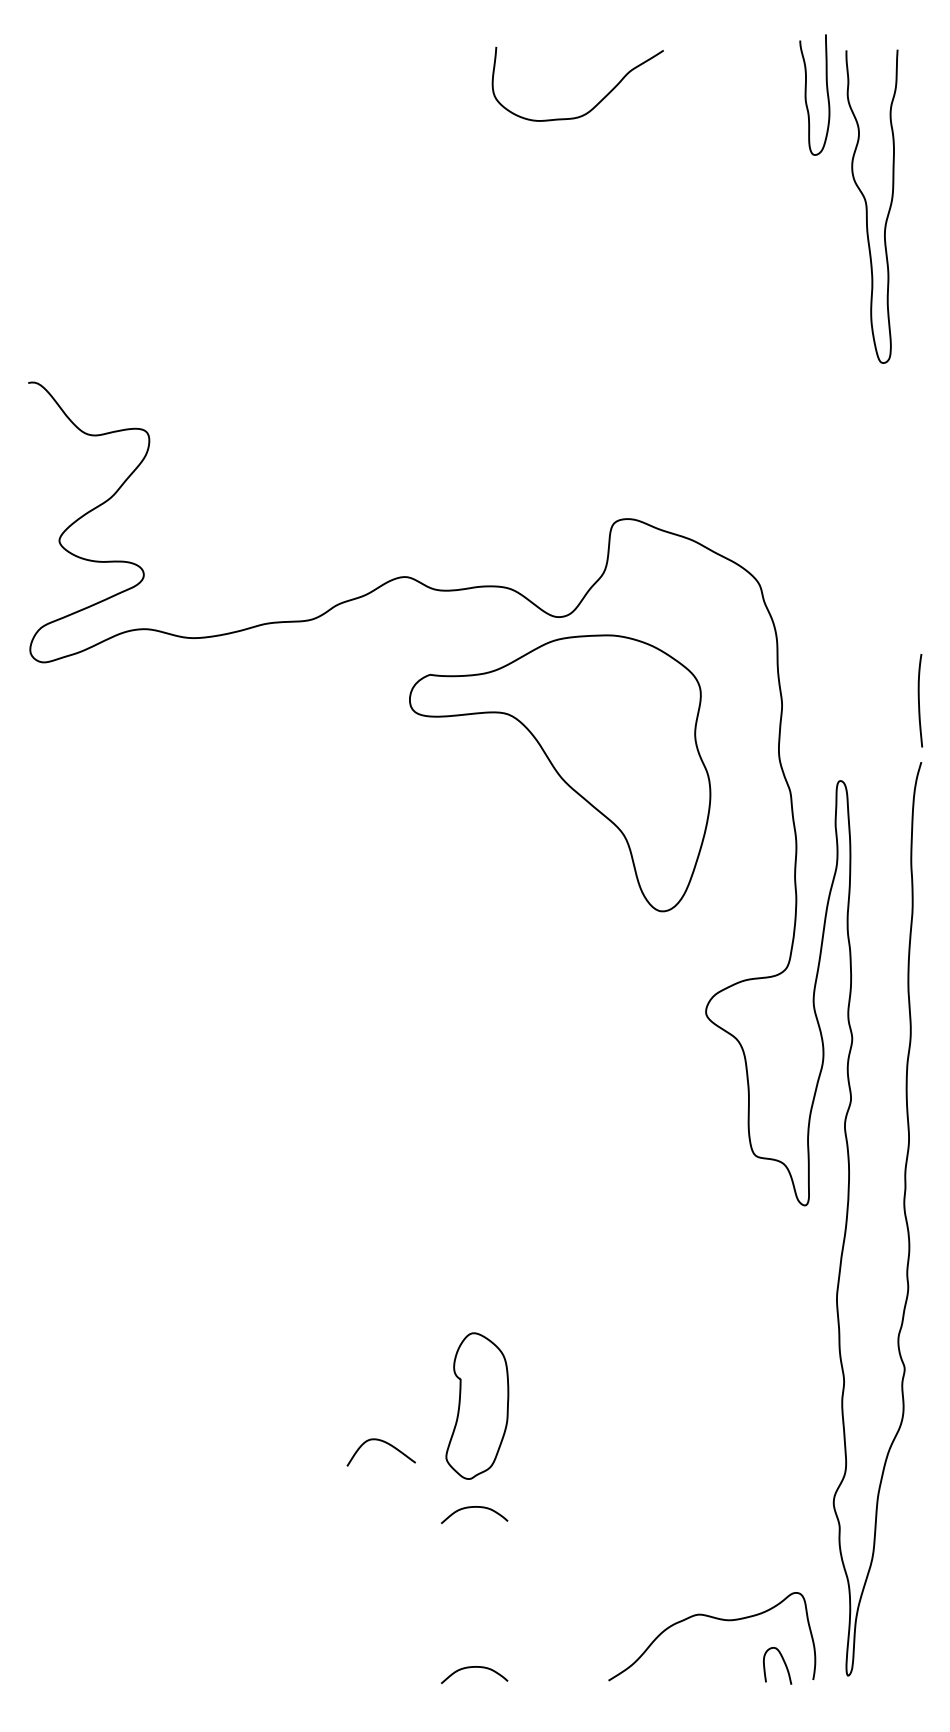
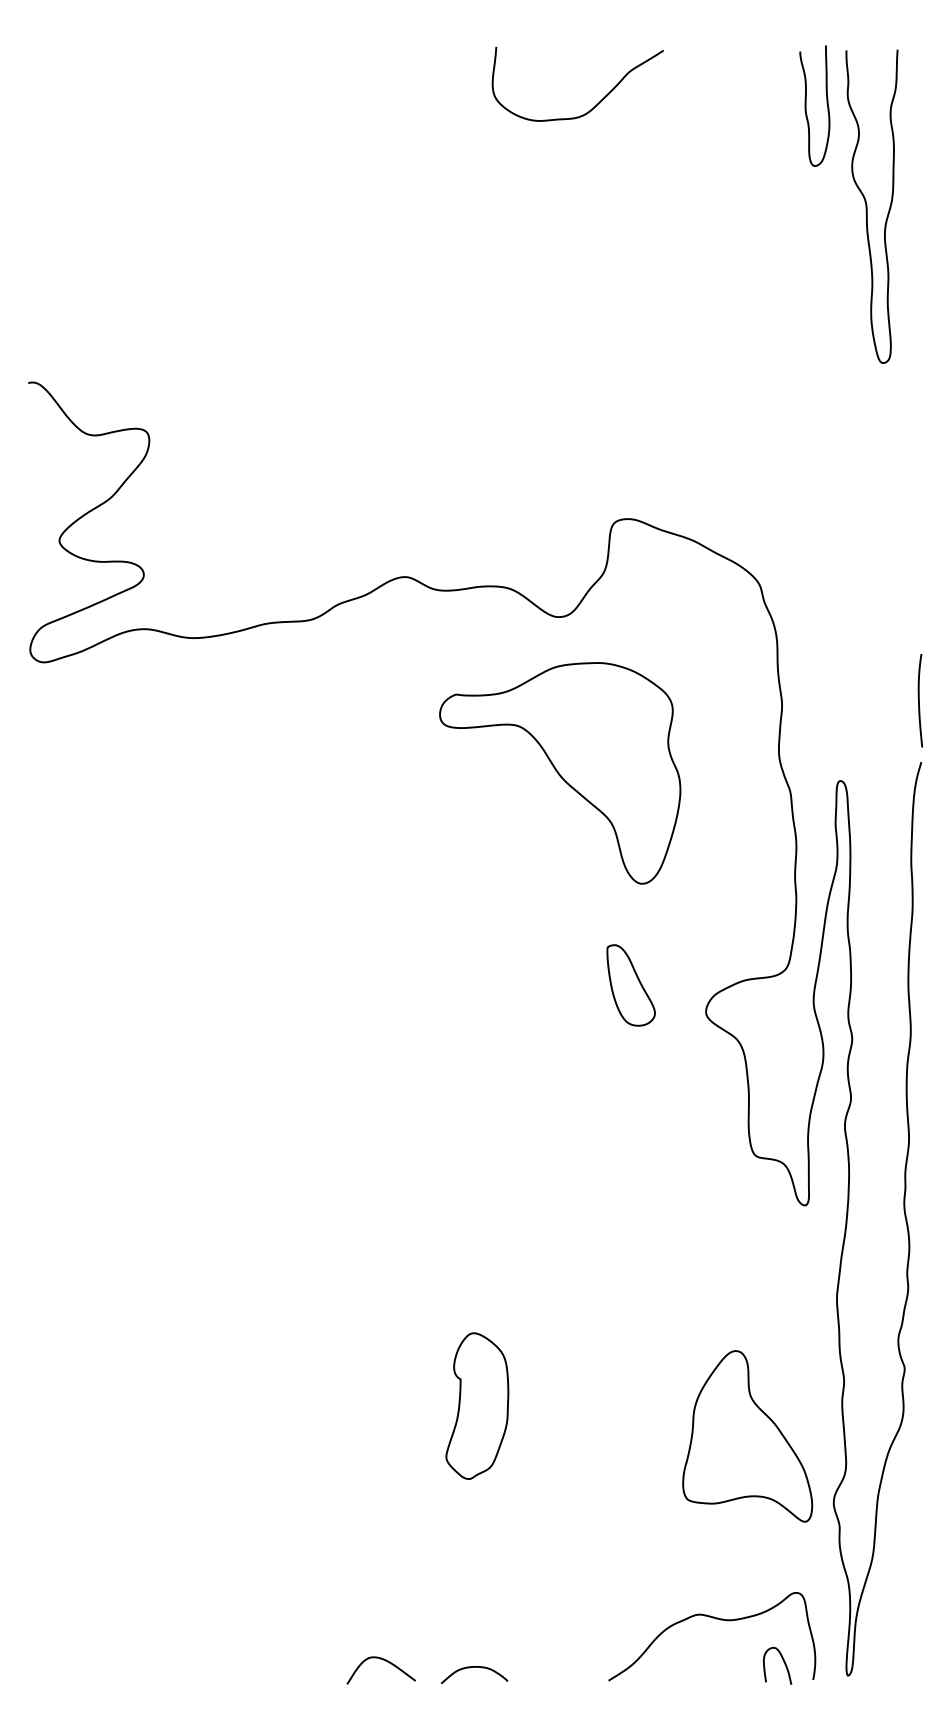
curve at (806, 94) position: (806, 94) -> (806, 105)
part at (560, 773) size: 303x279 px -> 243x223 px
part at (630, 985): none -> present
part at (747, 1436): none -> present
curve at (385, 1443) position: (385, 1443) -> (385, 1661)
curve at (474, 1507): present -> none
